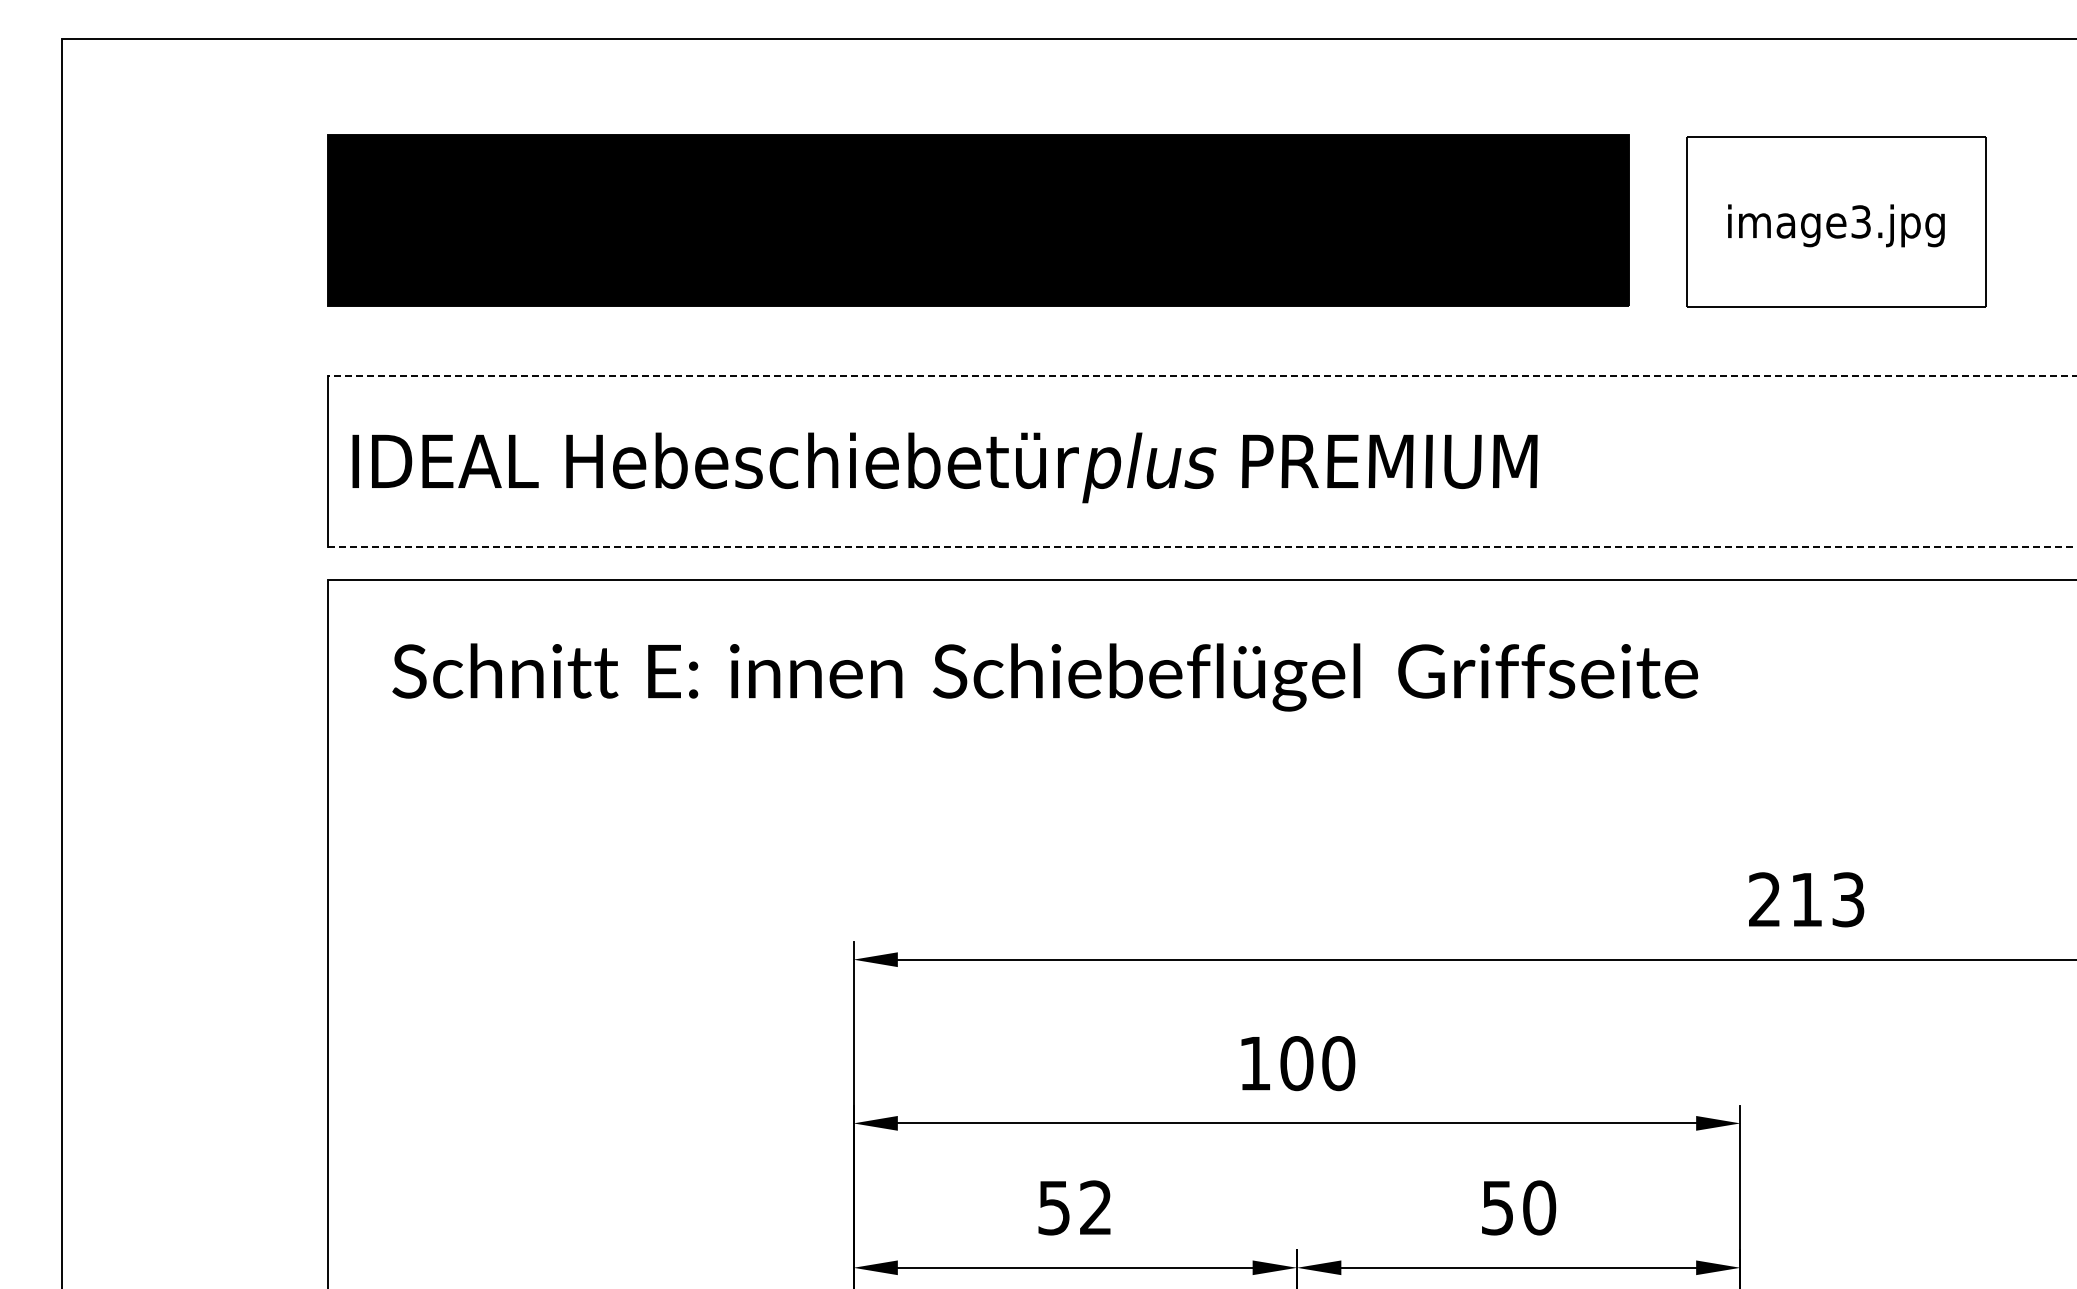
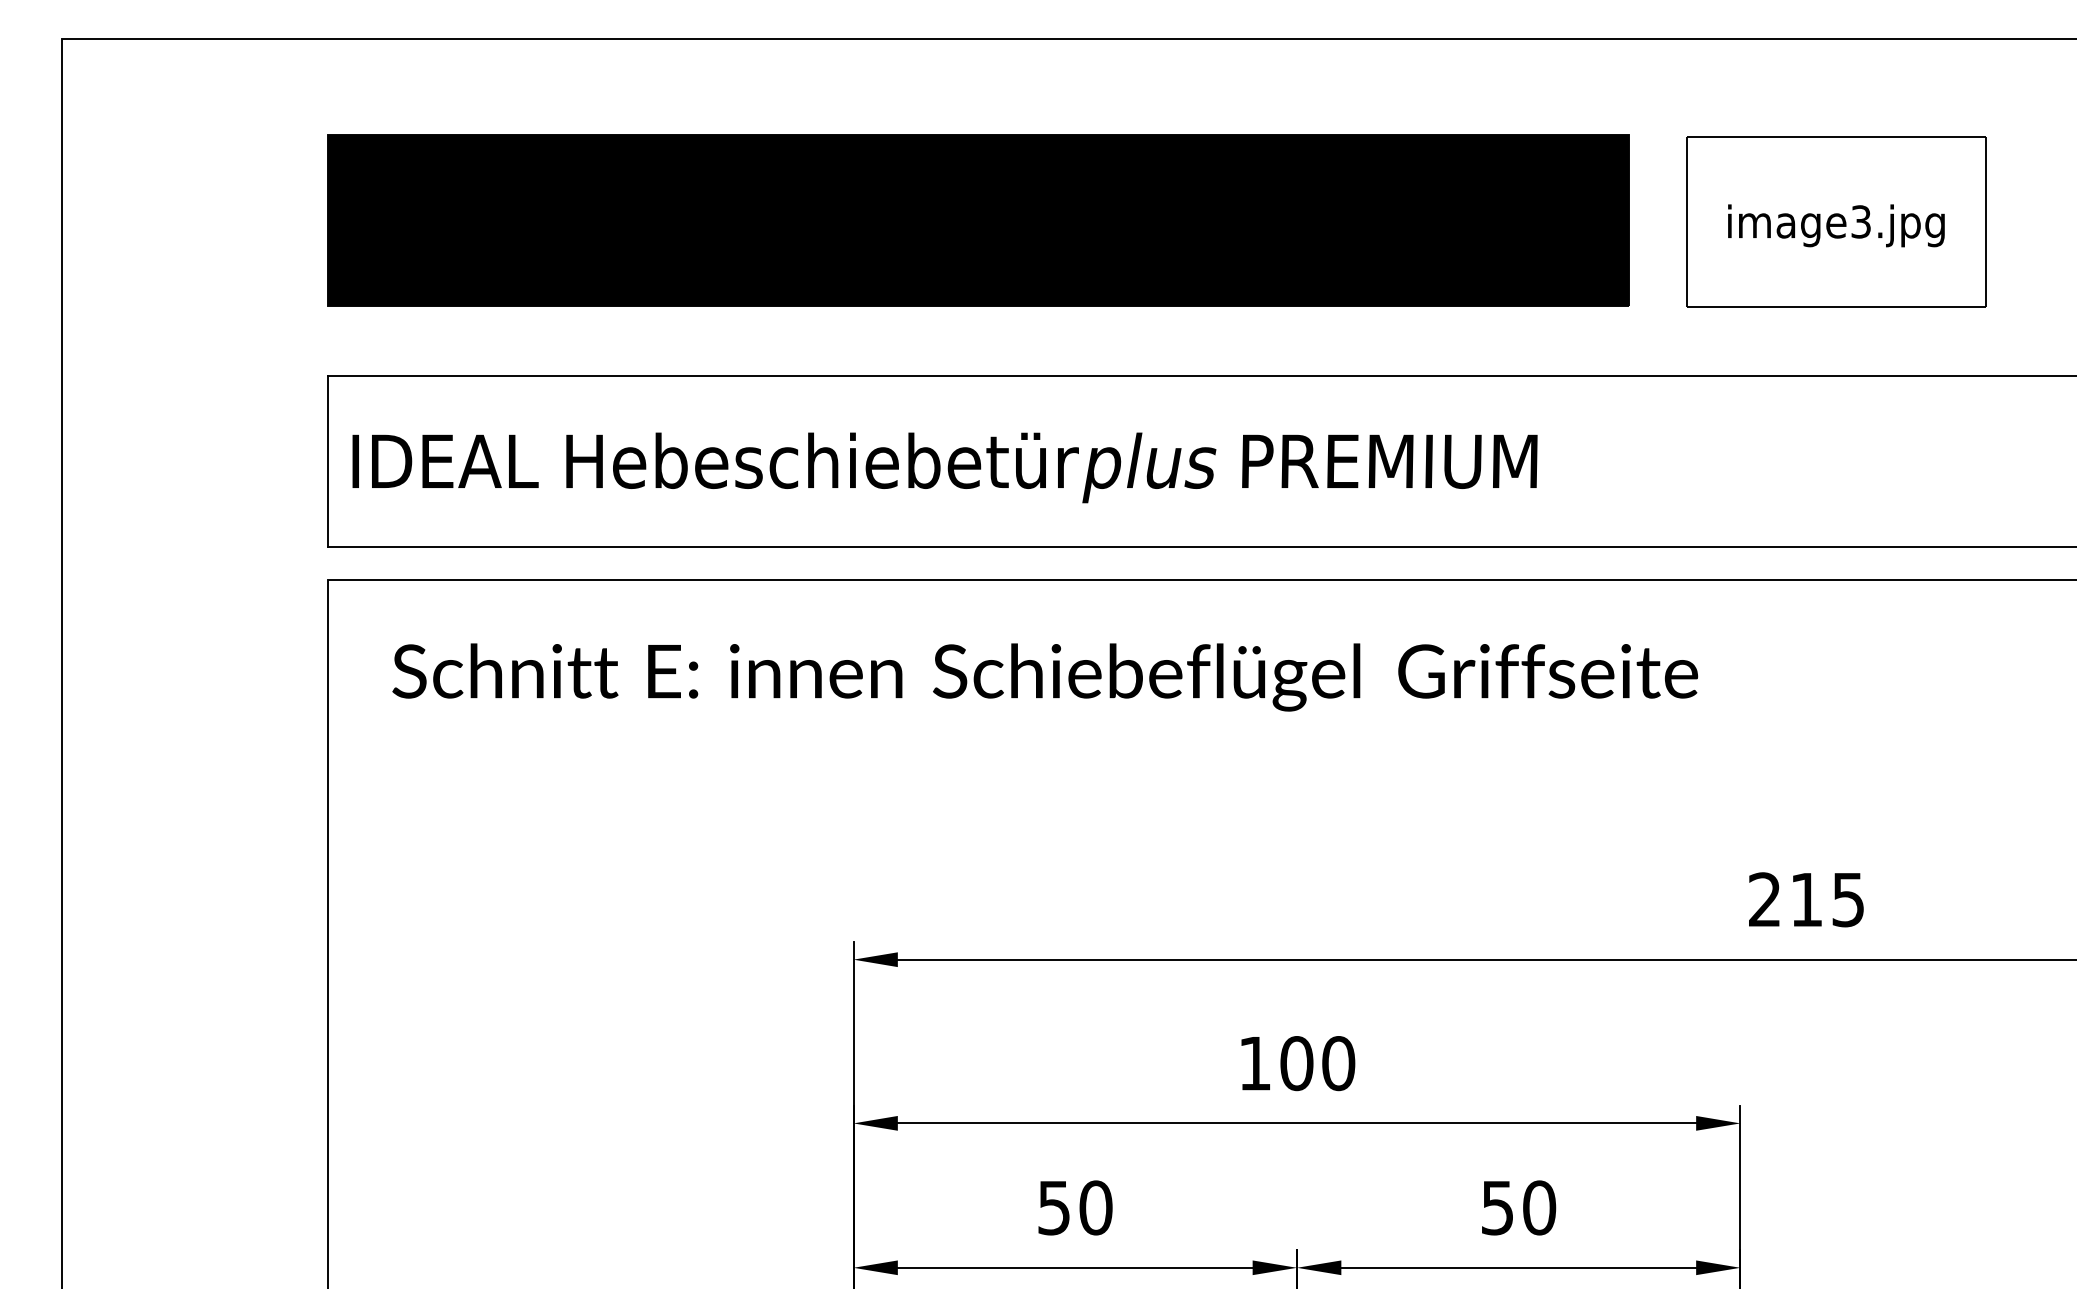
line at (1202, 375): dashed -> solid
line at (1202, 546): dashed -> solid
text at (1848, 899): 213 -> 215
text at (1095, 1207): 52 -> 50
